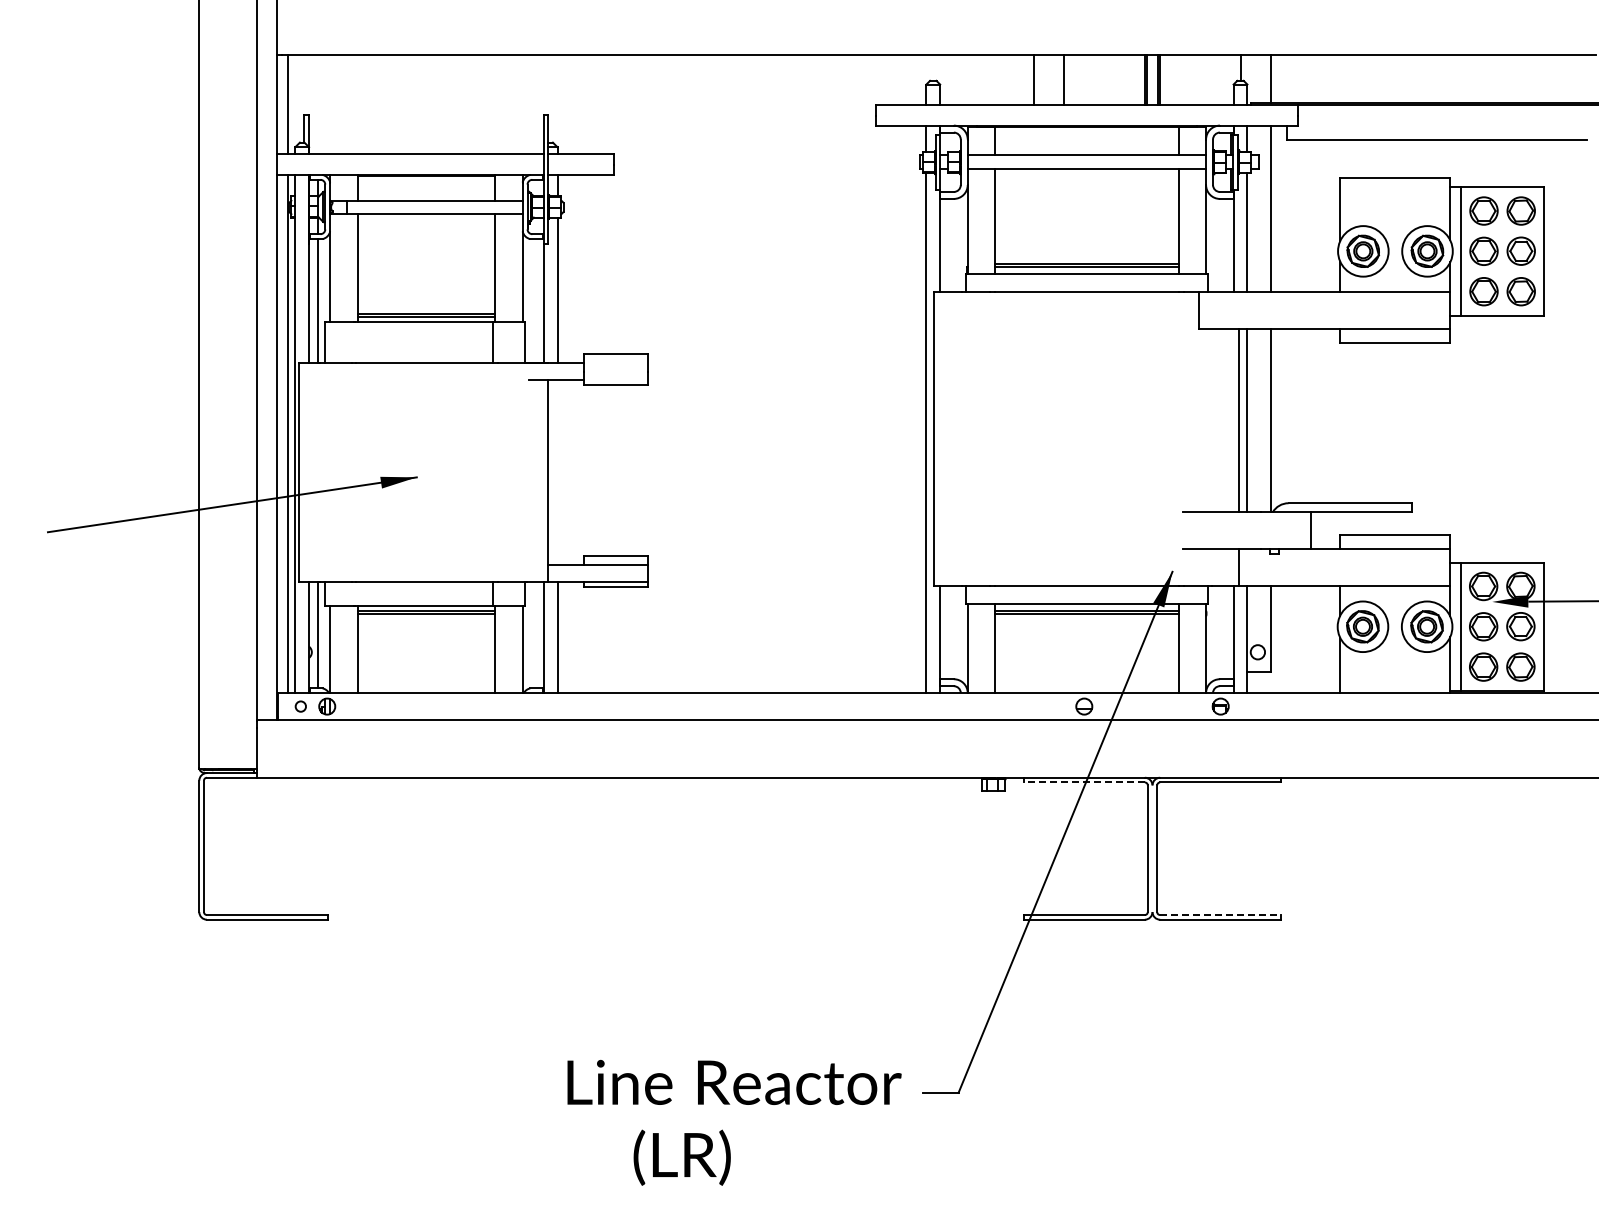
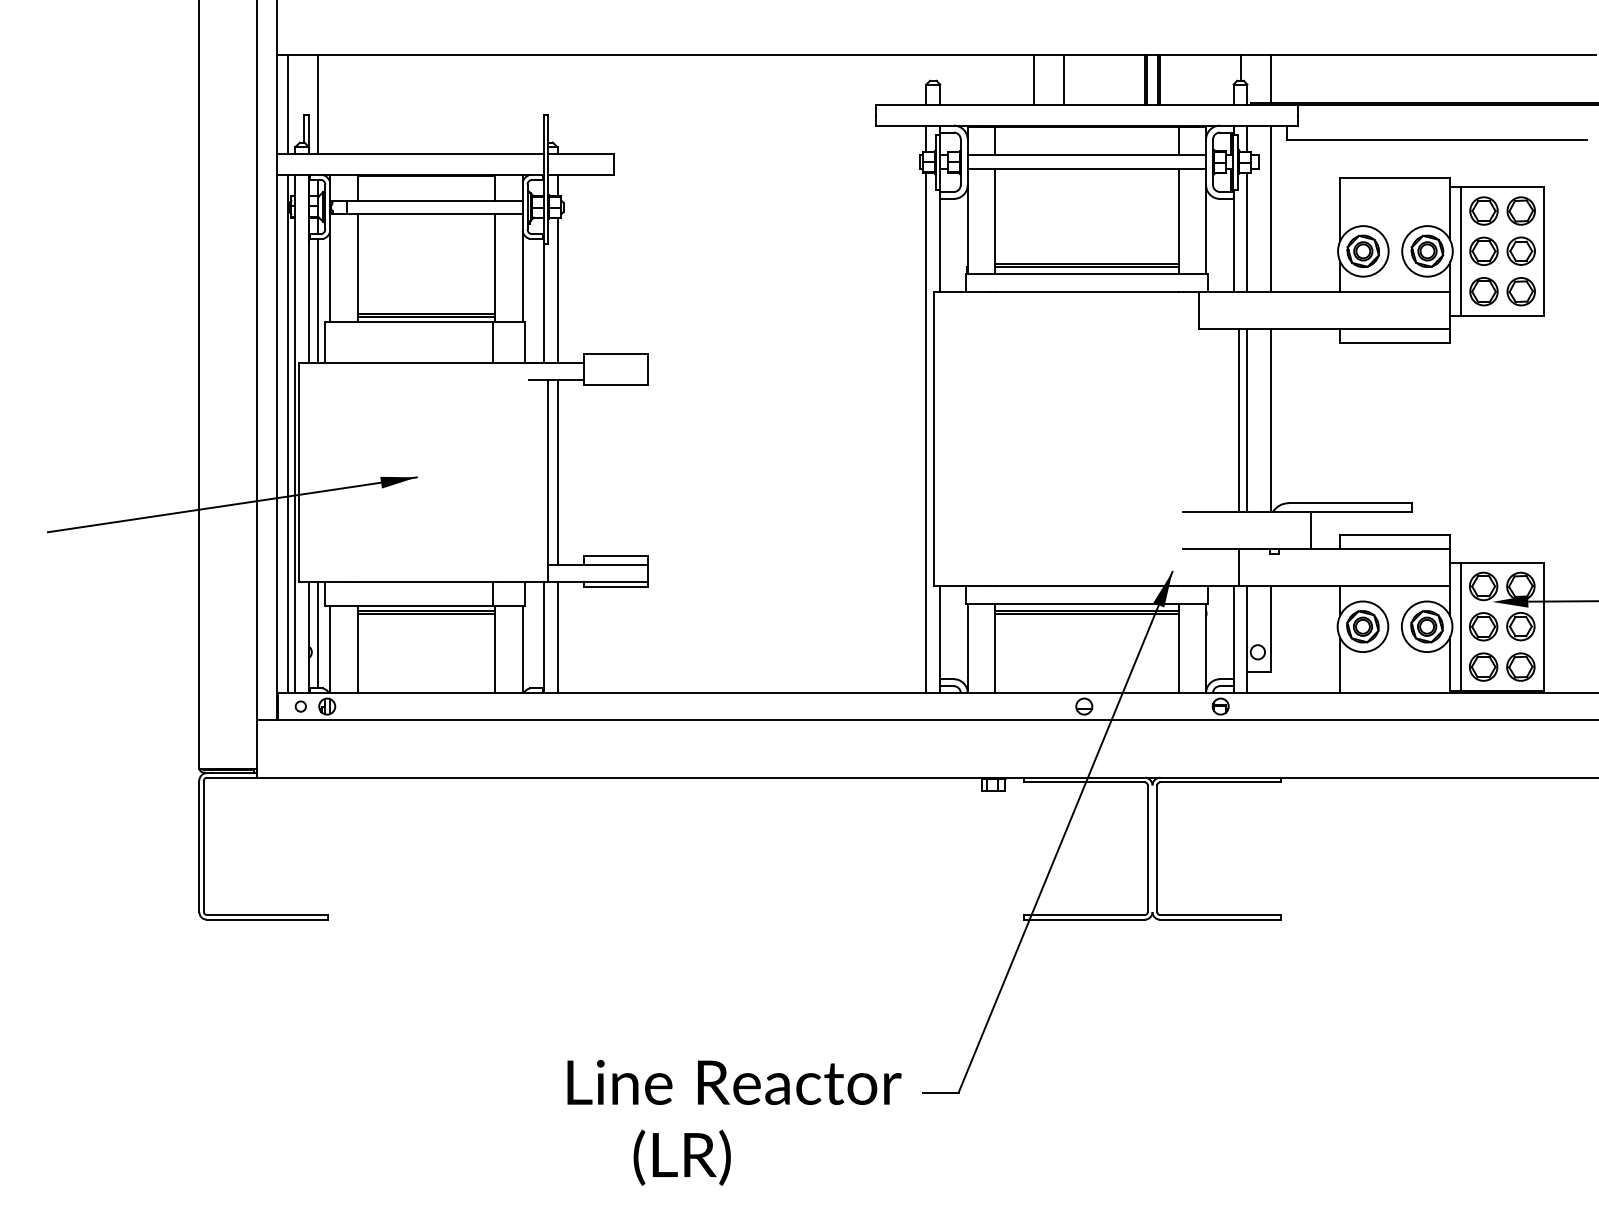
line at (318, 104): none -> present
line at (557, 472): none -> present
line at (1084, 782): dashed -> solid
line at (1220, 915): dashed -> solid
